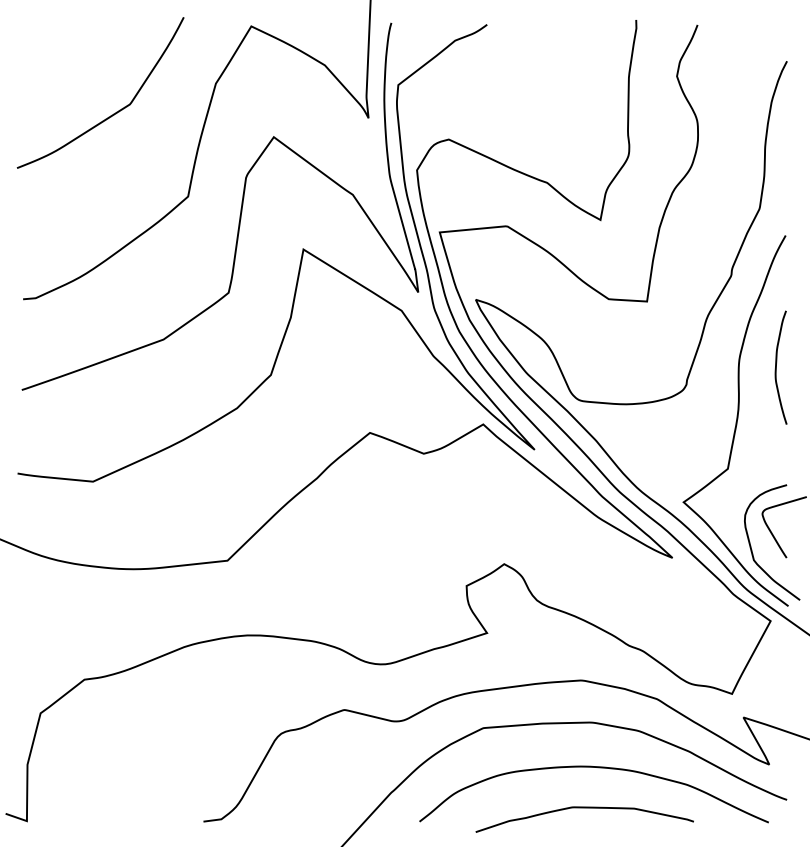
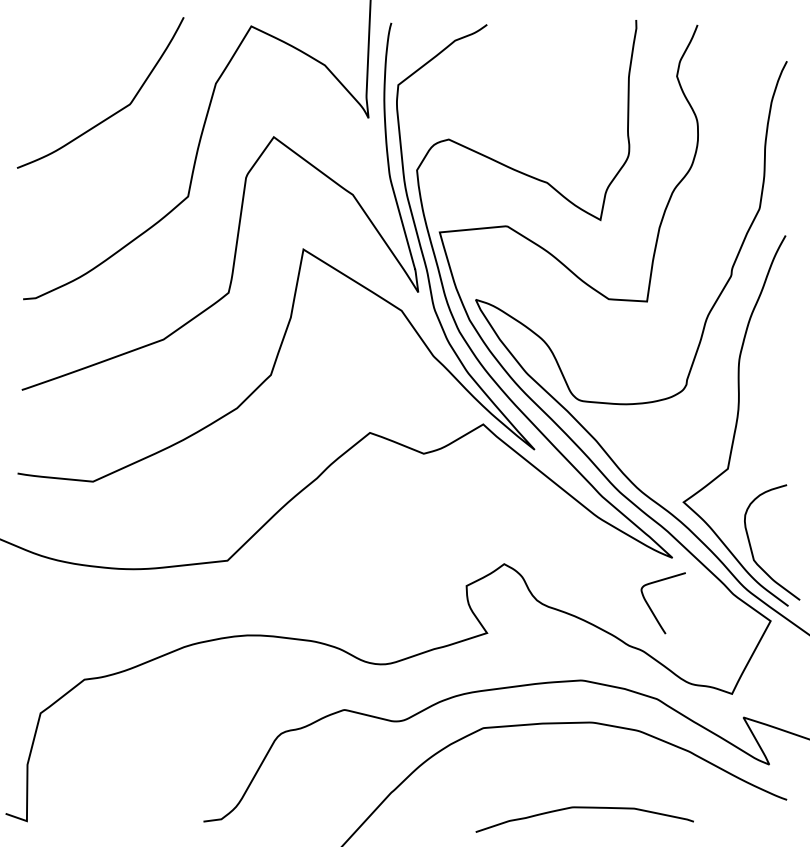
curve at (776, 367): present -> none
curve at (772, 532) position: (772, 532) -> (651, 608)
curve at (598, 768): present -> none
